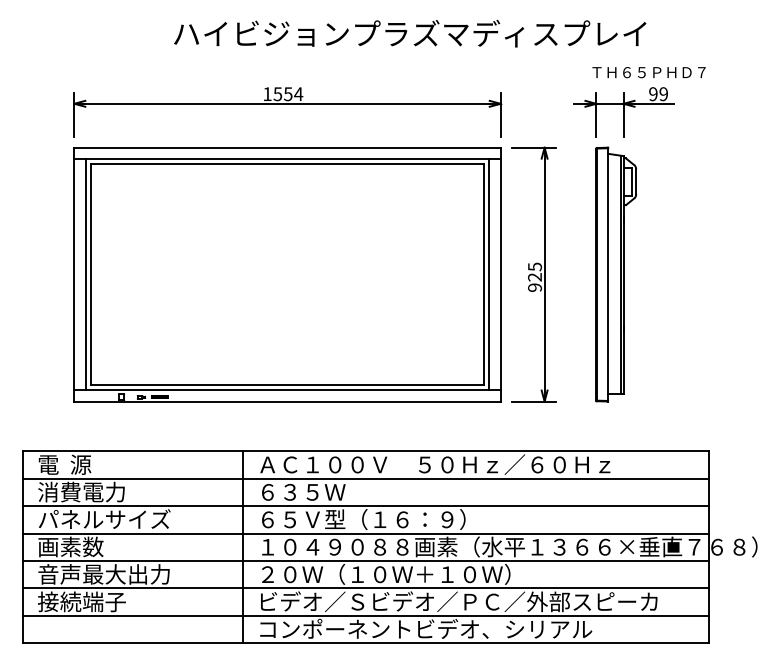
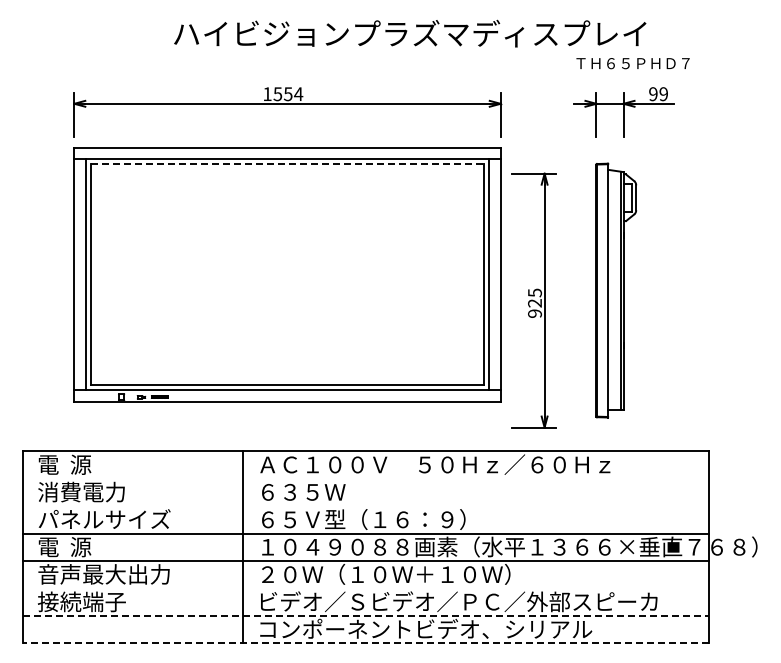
text at (648, 72) position: (648, 72) -> (632, 63)
line at (287, 164): solid -> dashed
part at (533, 274) position: (533, 274) -> (533, 300)
part at (616, 274) position: (616, 274) -> (616, 290)
line at (366, 478): present -> none
line at (366, 506): present -> none
text at (70, 546): 画素数 -> 電  源
line at (366, 588): present -> none
line at (366, 615): solid -> dashed
line at (366, 643): solid -> dashed
